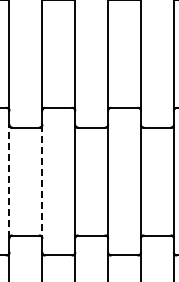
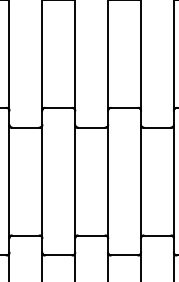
line at (9, 181): dashed -> solid
line at (42, 181): dashed -> solid
